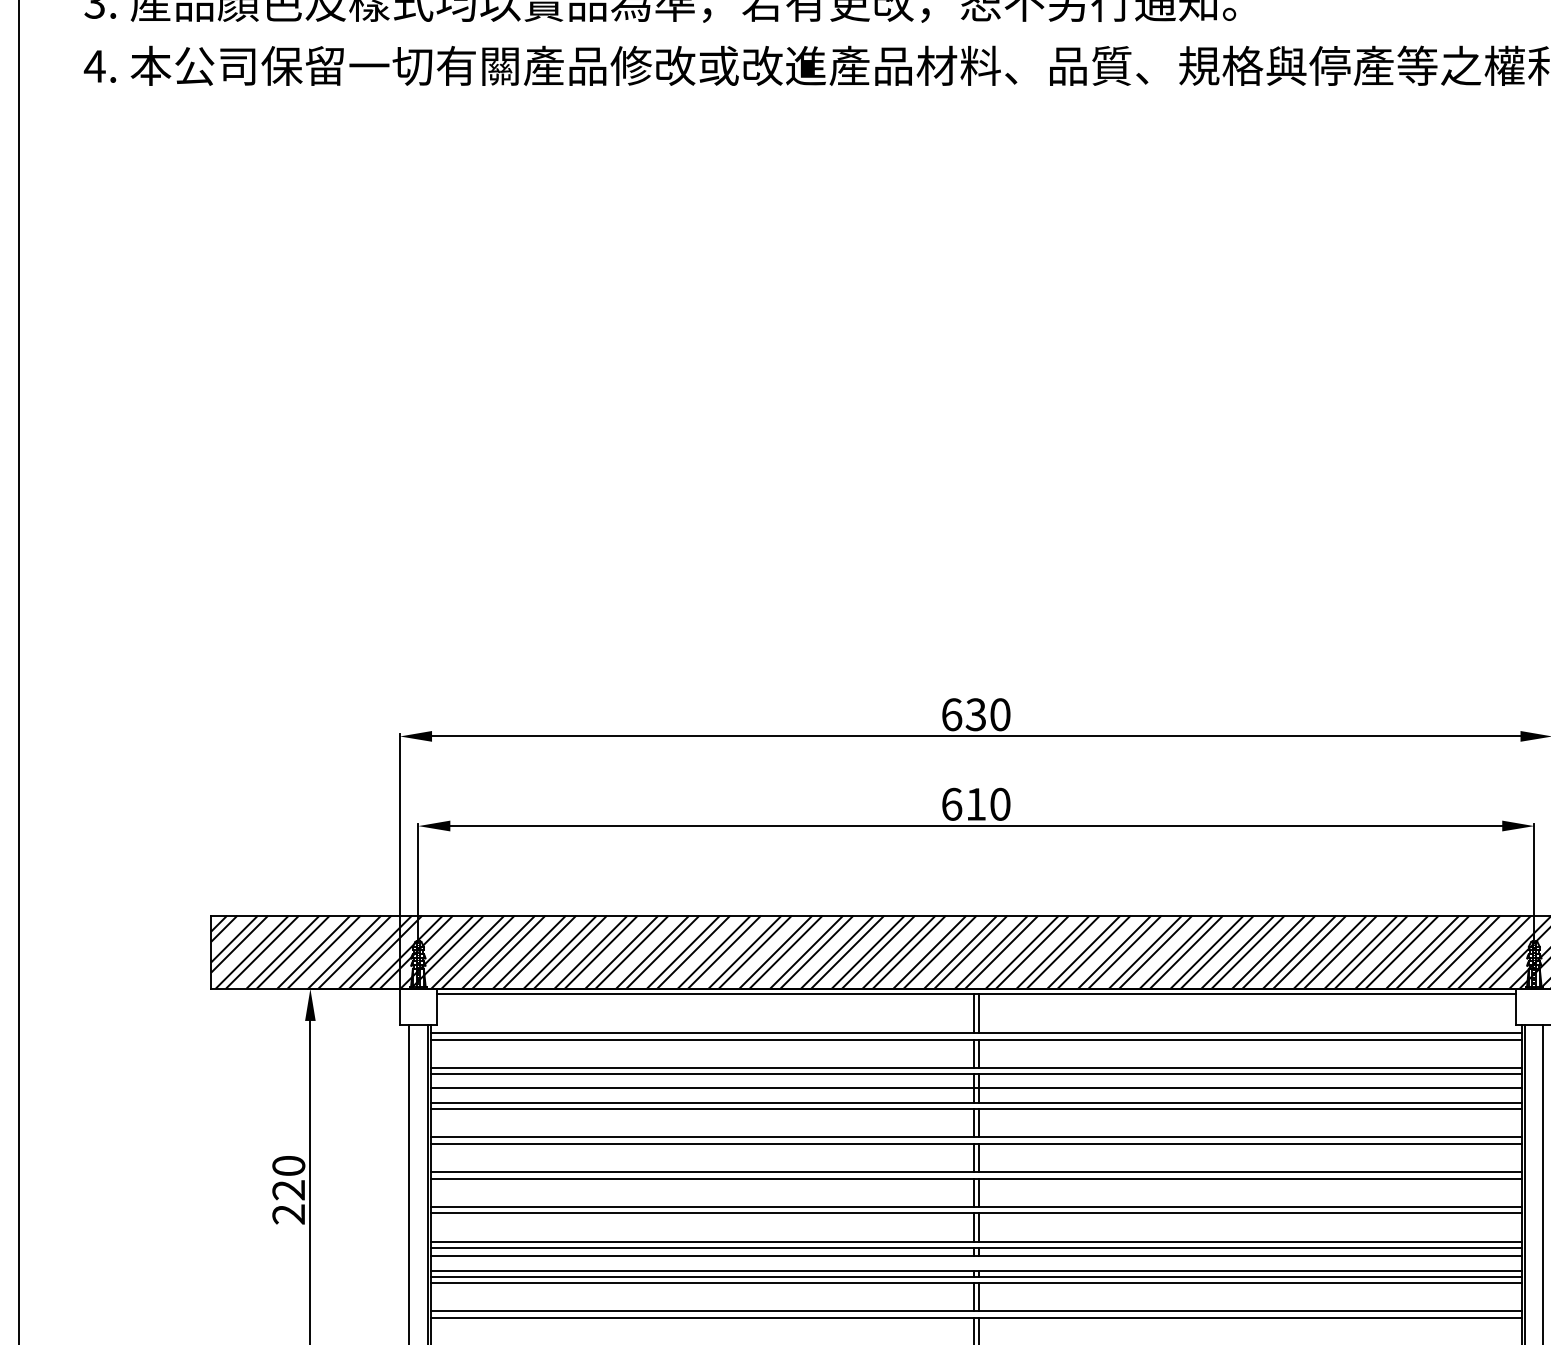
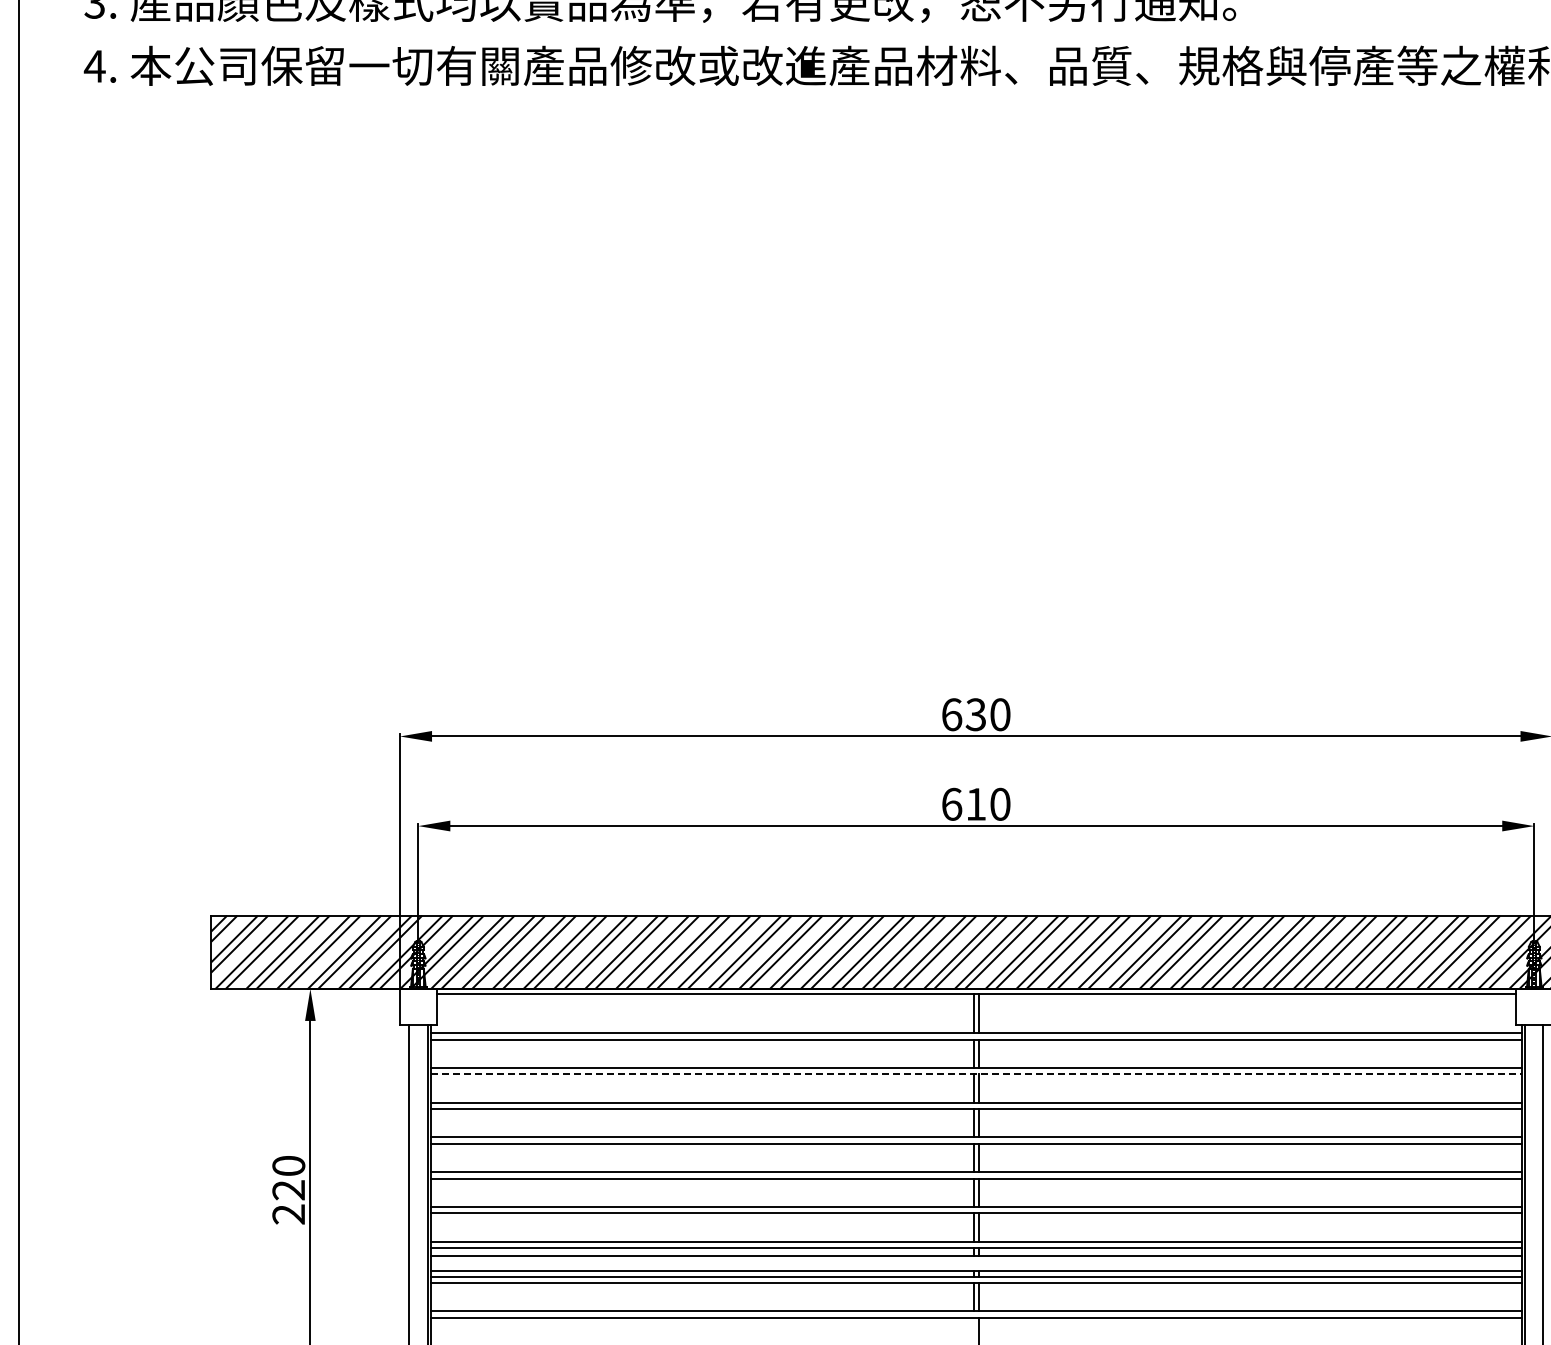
line at (976, 1074): solid -> dashed
line at (976, 1087): present -> none
line at (973, 1329): present -> none
